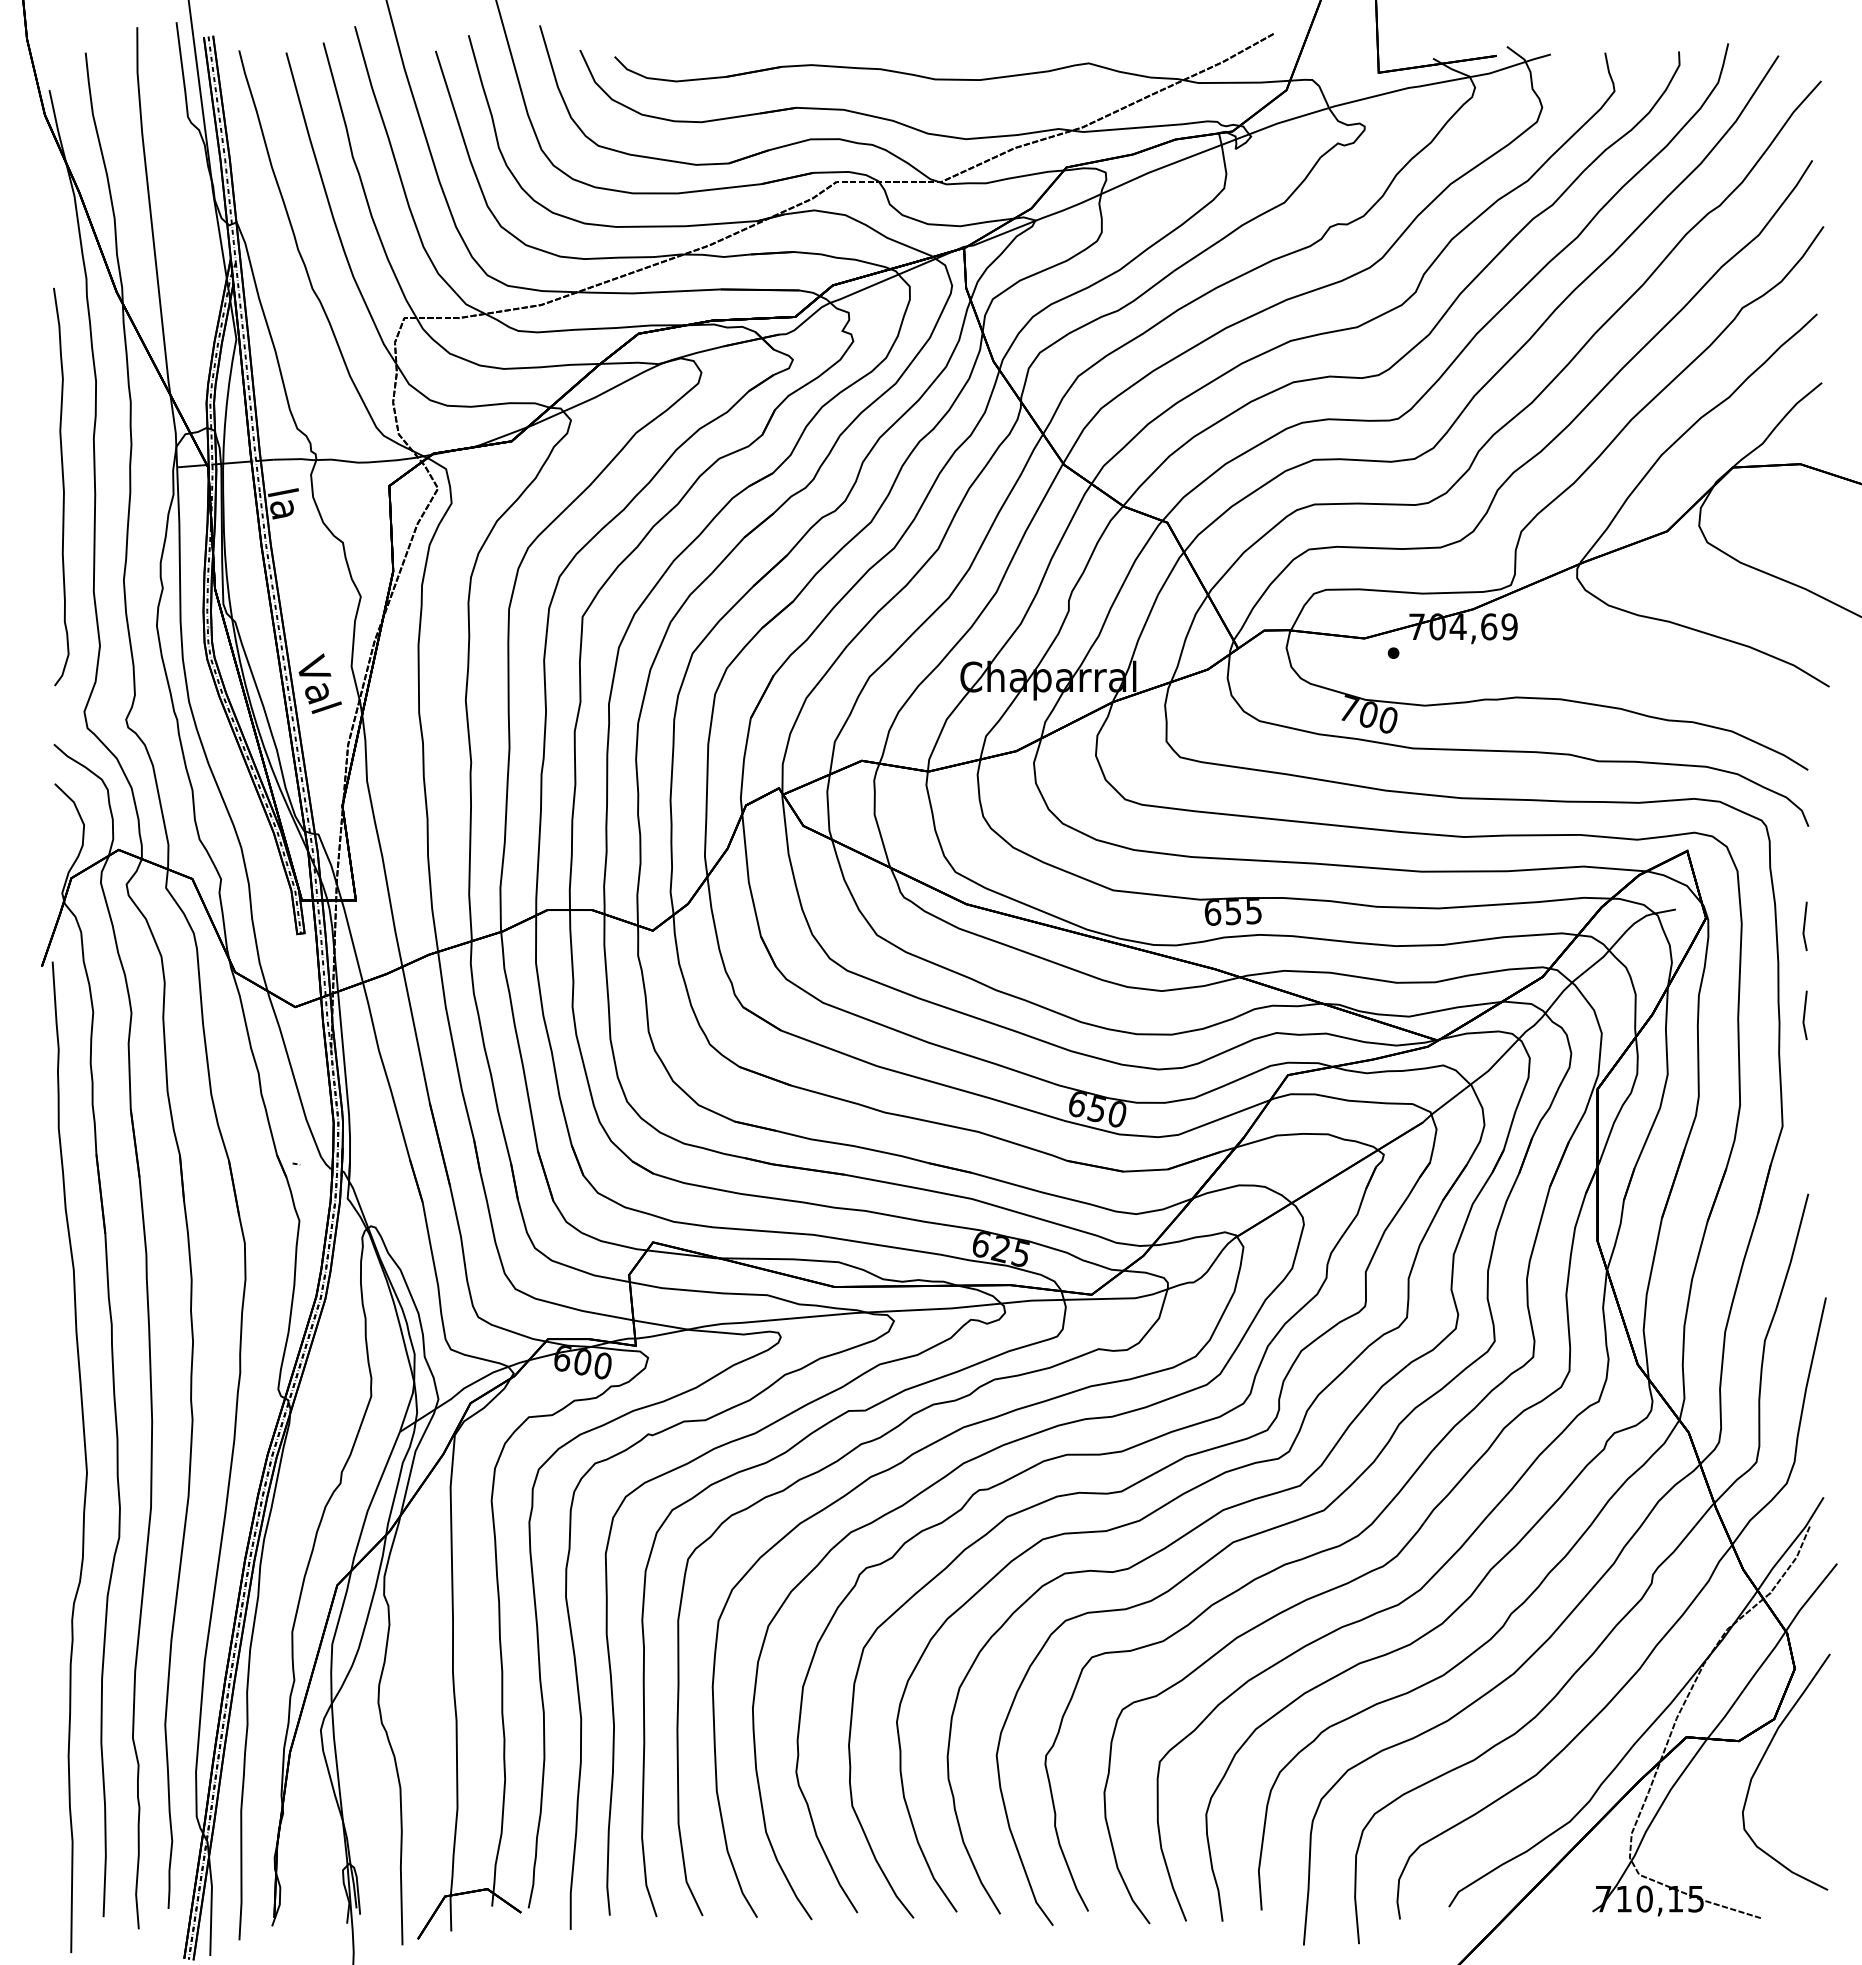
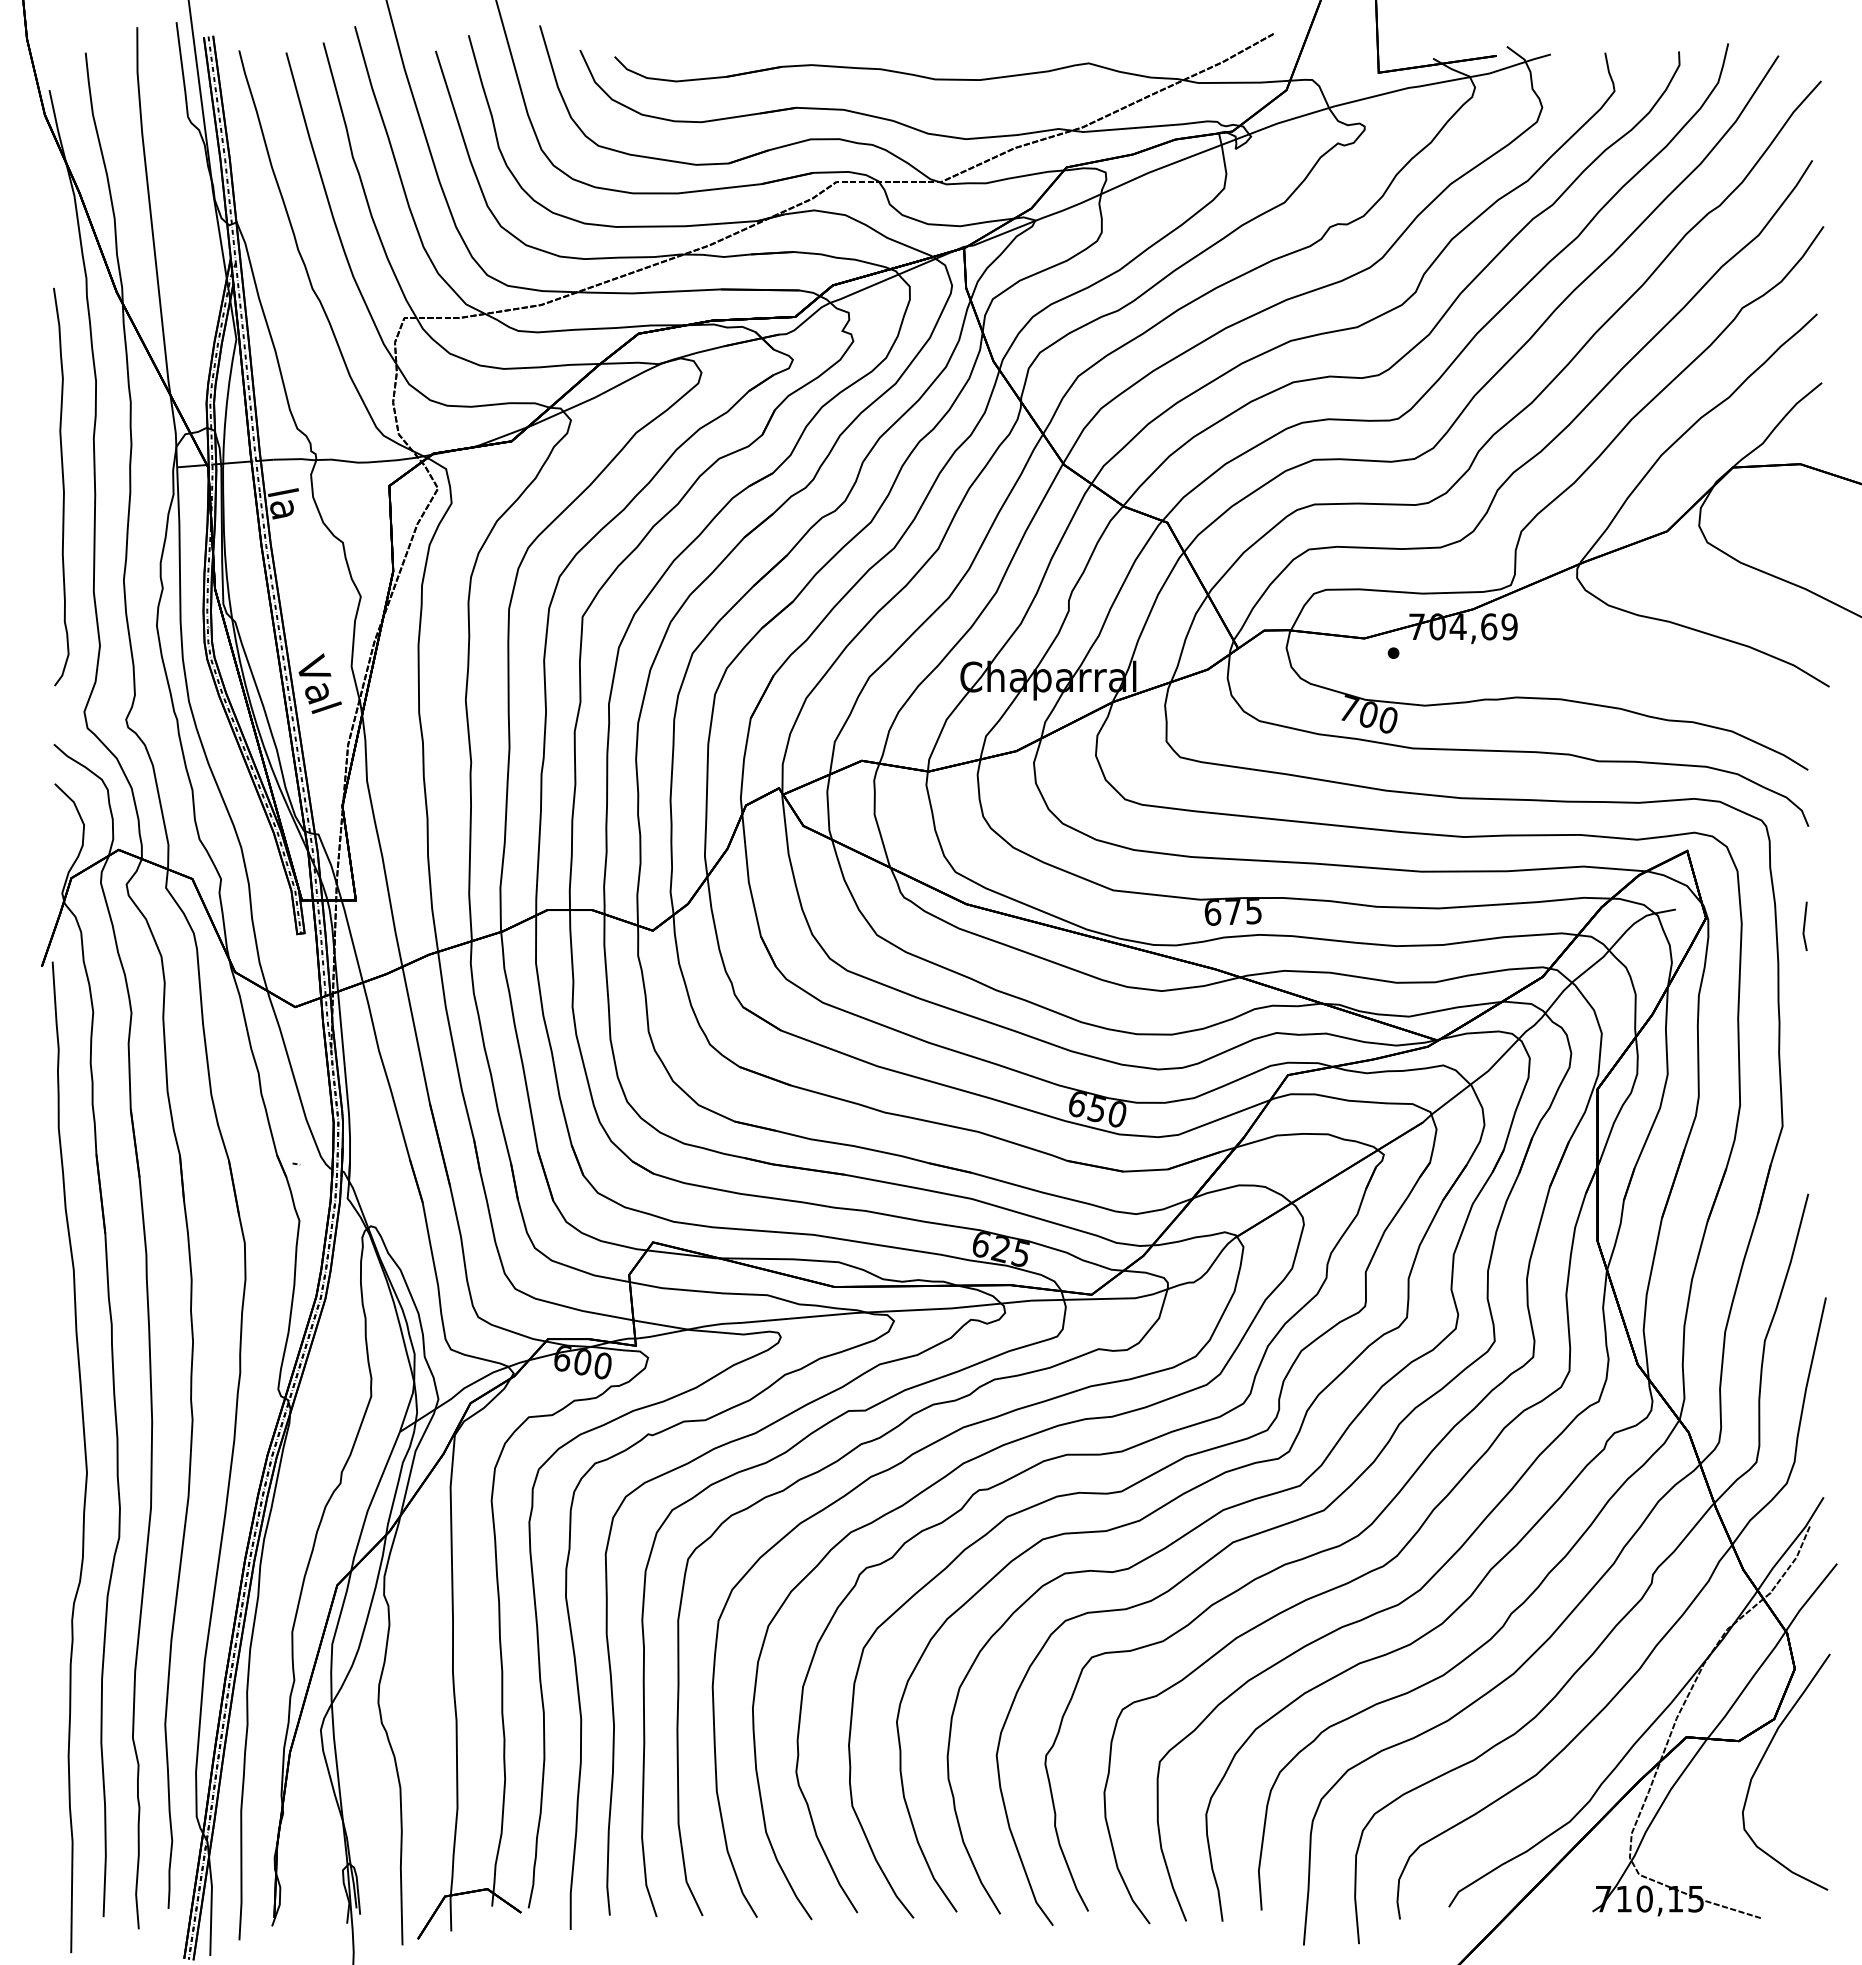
text at (1232, 912): 655 -> 675
line at (1804, 1015): present -> none
